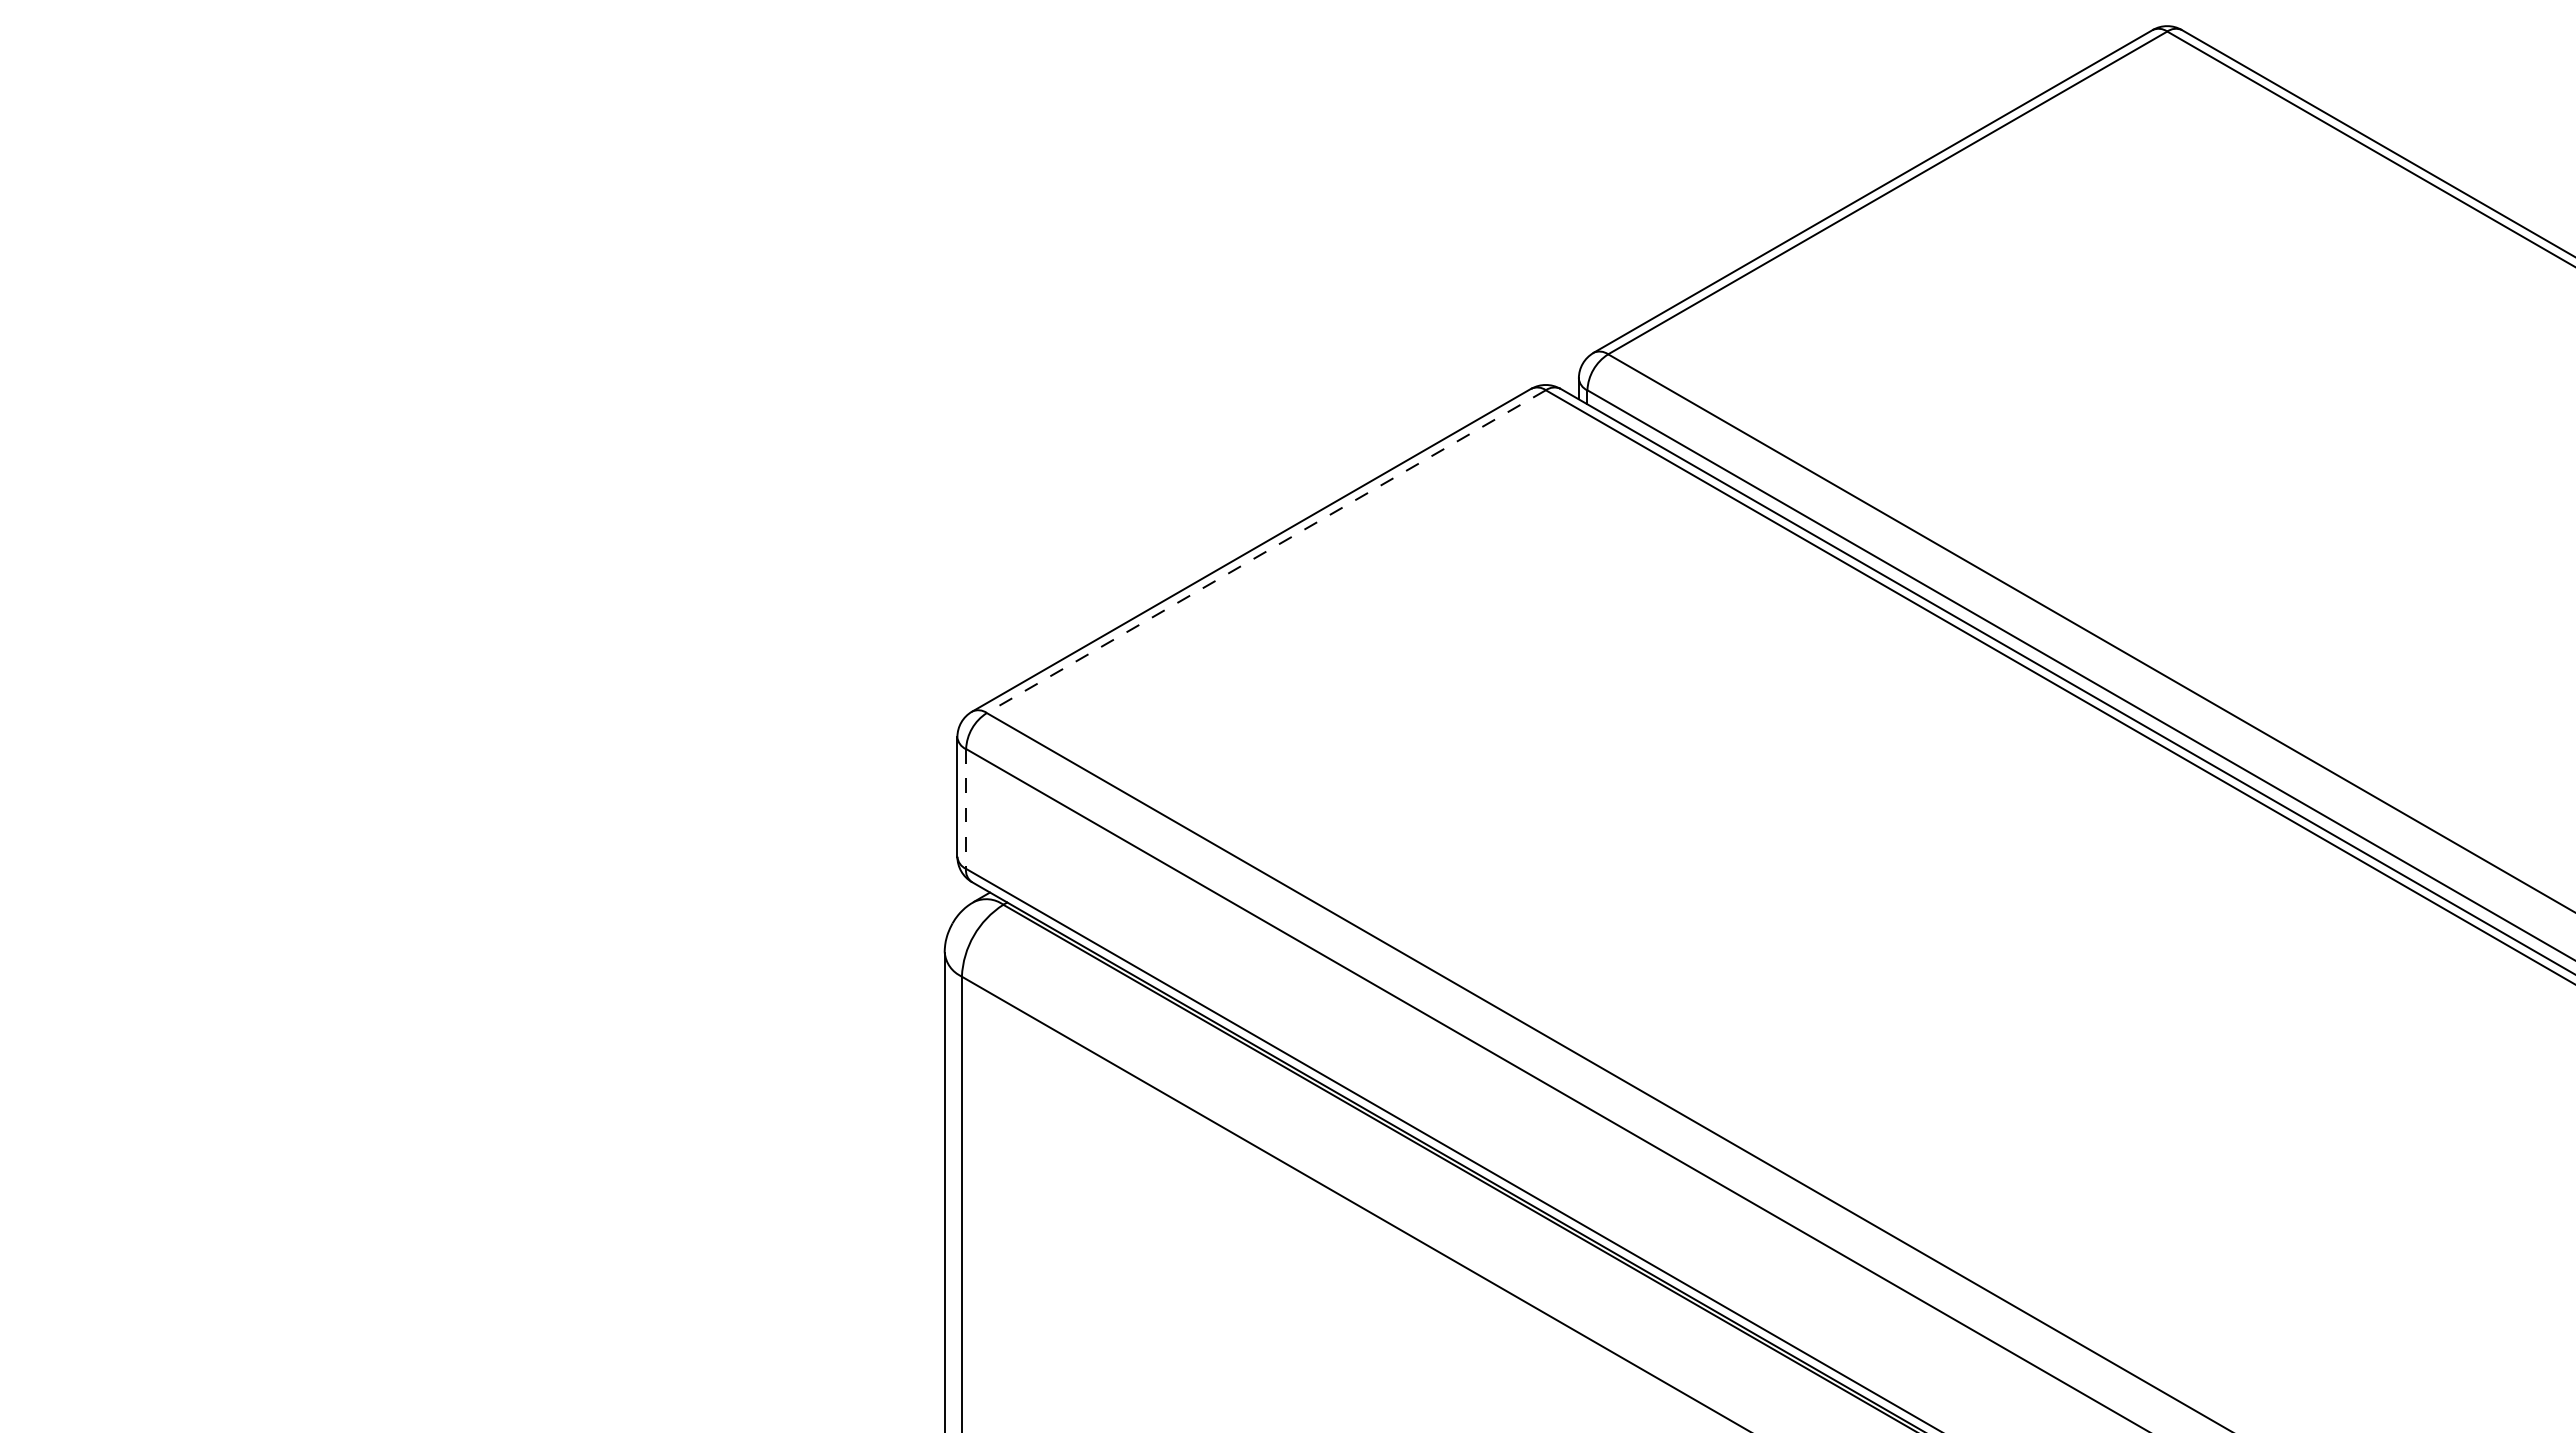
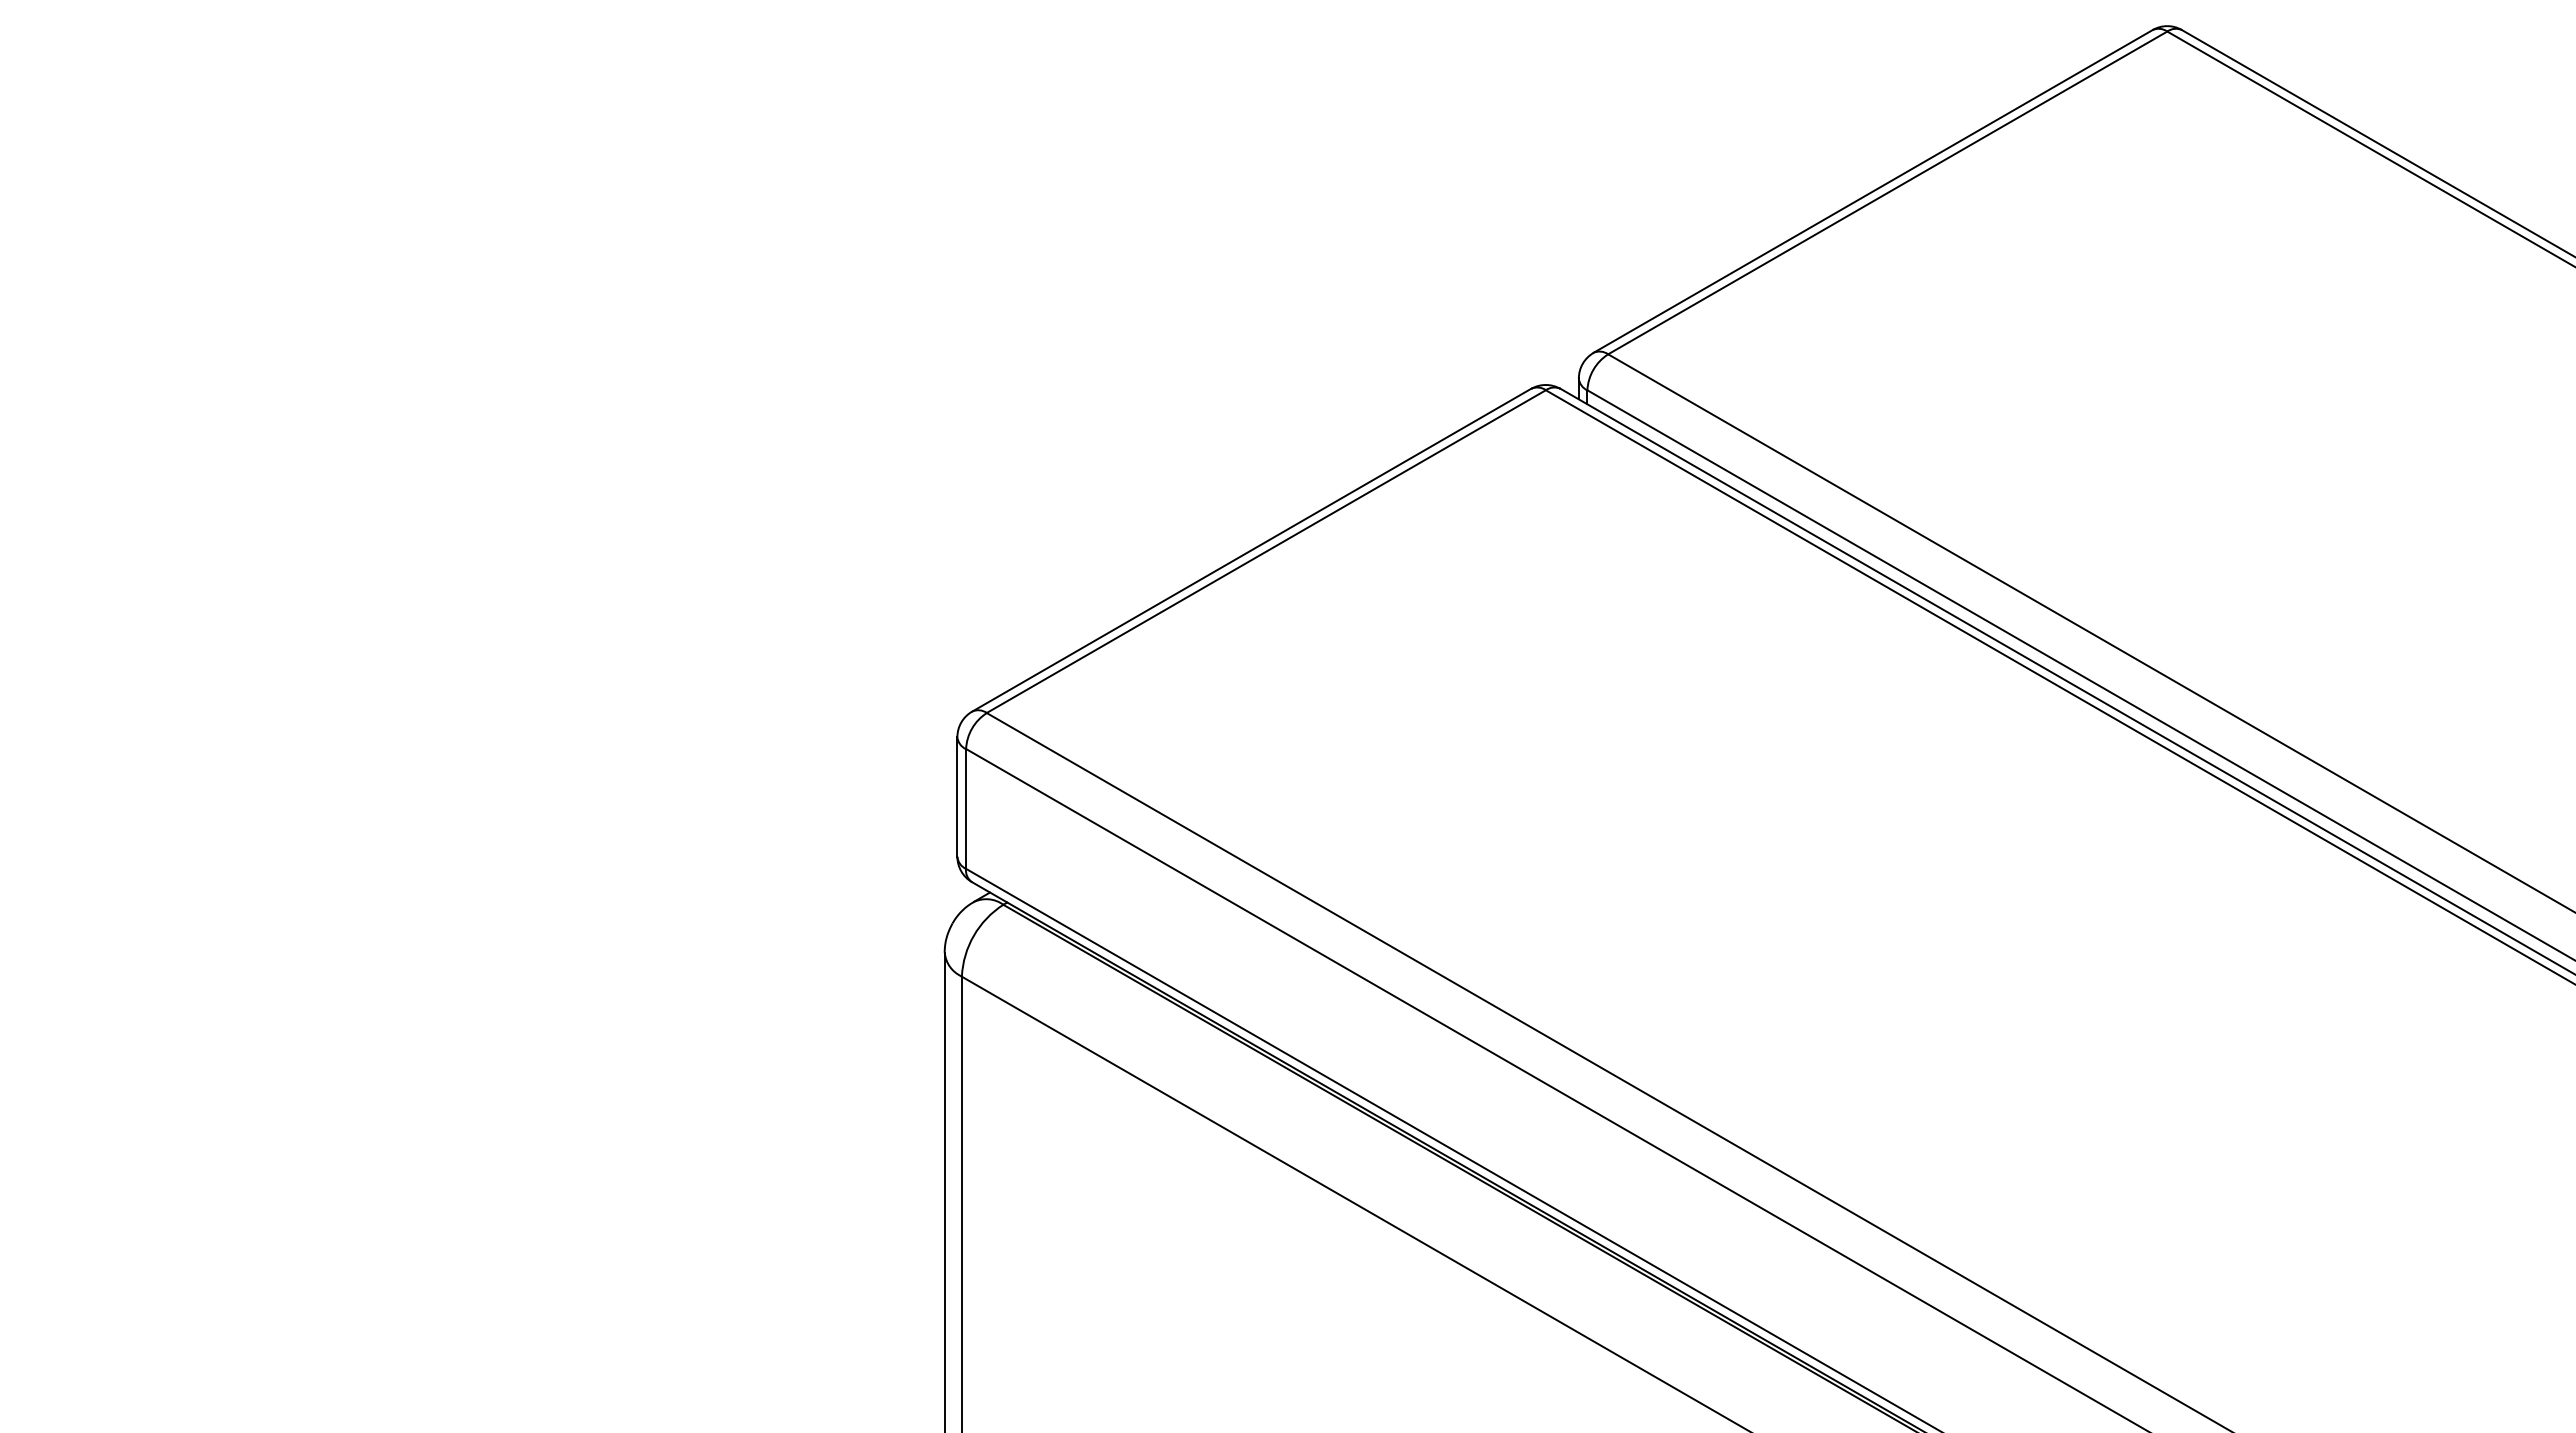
line at (1266, 551): dashed -> solid
line at (966, 808): dashed -> solid
